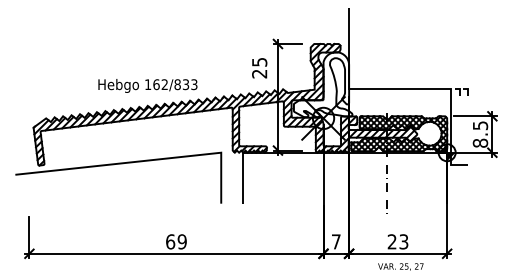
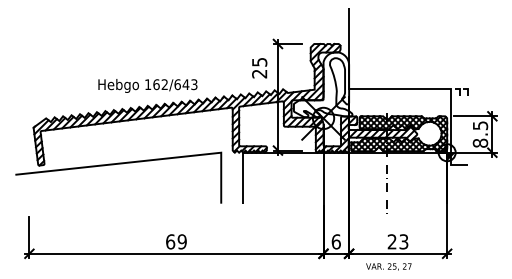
text at (181, 84): 162/833 -> 162/643
text at (335, 241): 7 -> 6
text at (400, 266) position: (400, 266) -> (388, 266)
